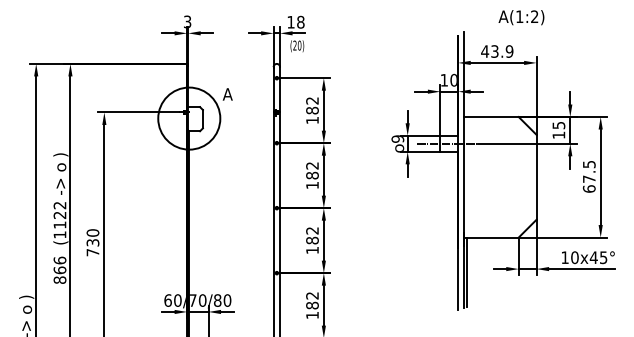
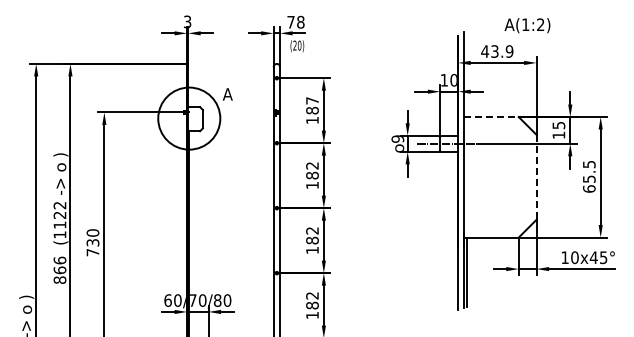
text at (521, 17) position: (521, 17) -> (527, 25)
text at (290, 22): 18 -> 78
text at (312, 100): 182 -> 187
line at (491, 117): solid -> dashed
line at (536, 177): solid -> dashed
text at (589, 178): 67.5 -> 65.5
